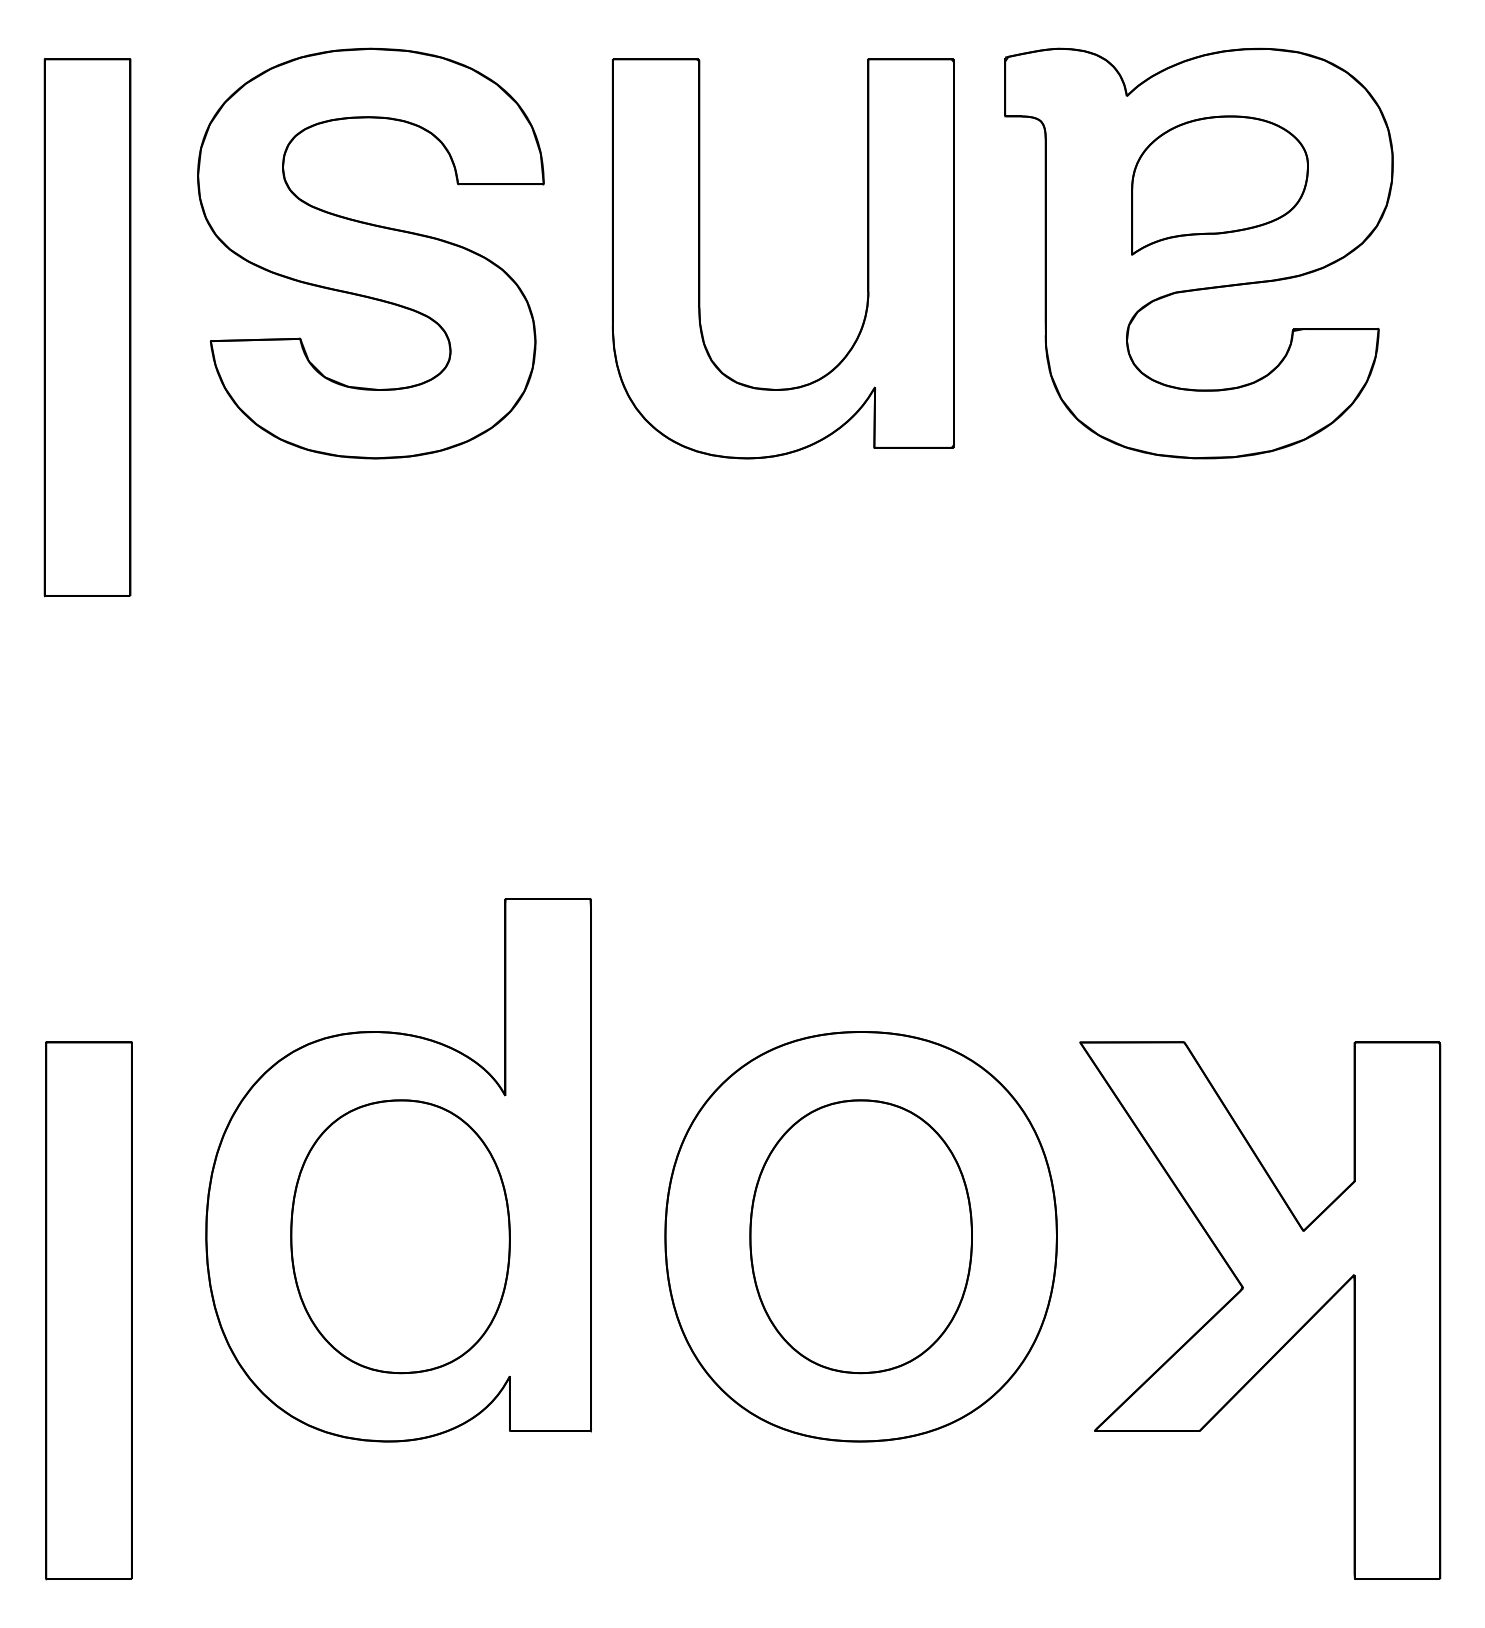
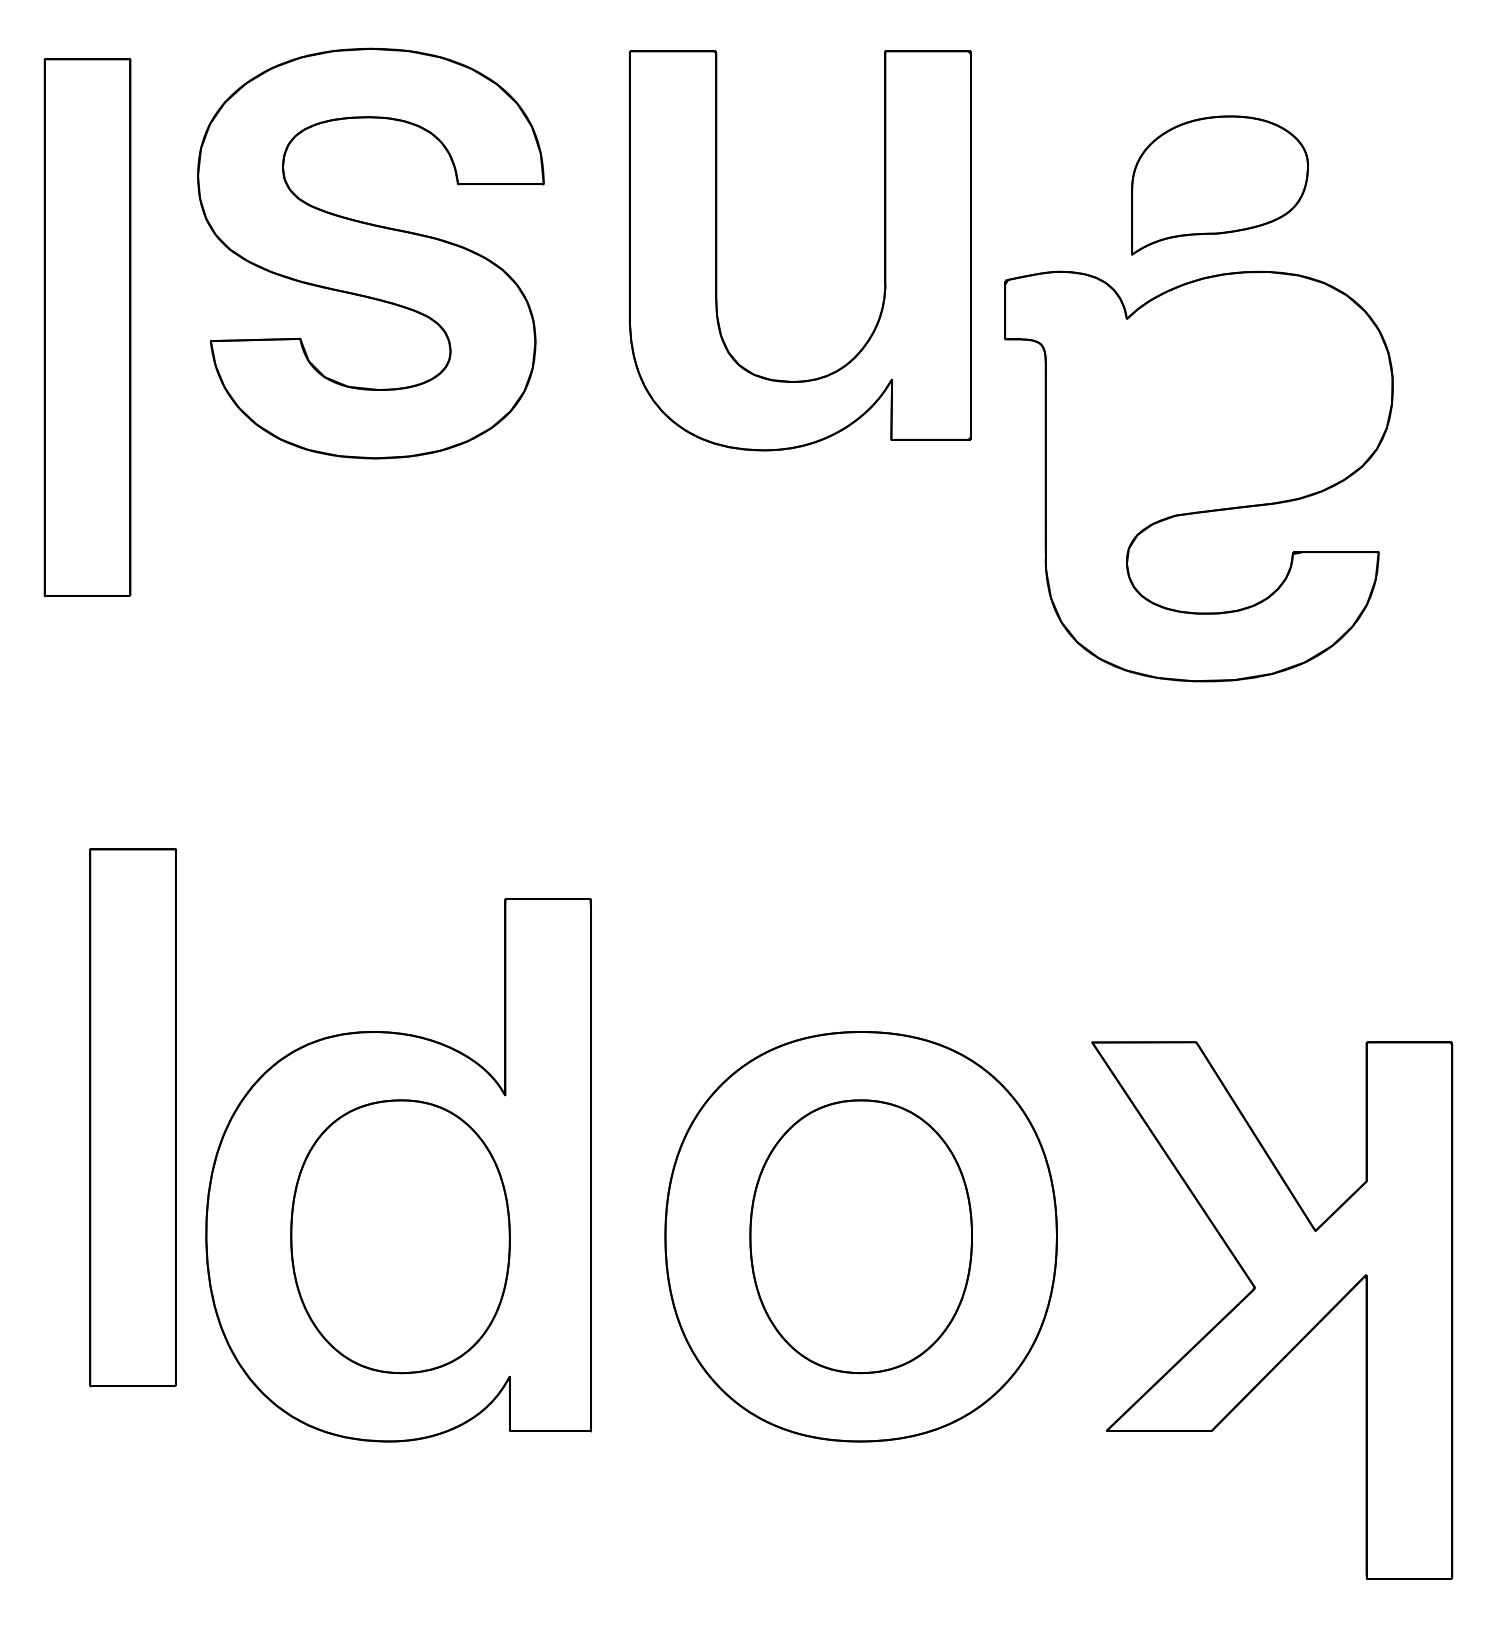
part at (1198, 253) position: (1198, 253) -> (1198, 476)
part at (700, 258) position: (700, 258) -> (717, 250)
part at (88, 1310) position: (88, 1310) -> (132, 1117)
part at (1260, 1310) position: (1260, 1310) -> (1272, 1310)
